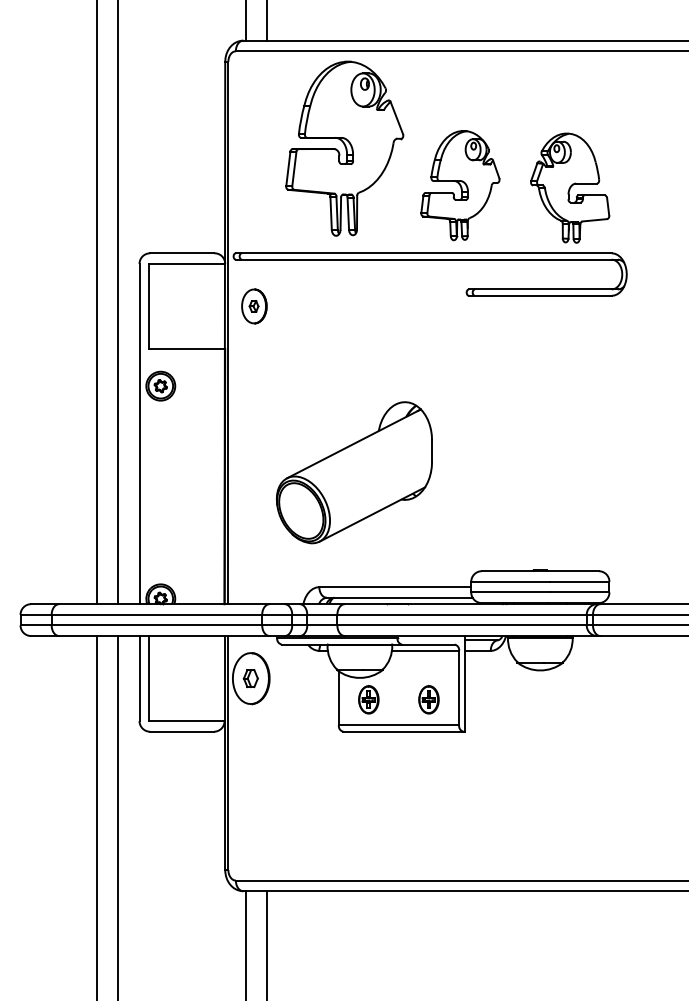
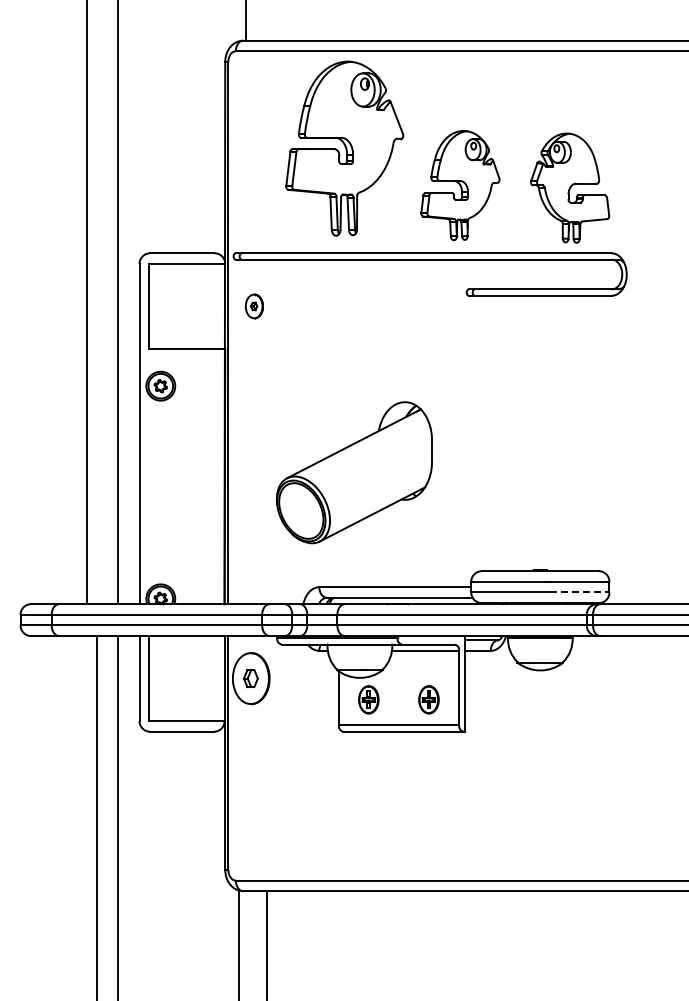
line at (267, 21): present -> none
line at (97, 303) position: (97, 303) -> (87, 303)
part at (254, 306) size: 27x37 px -> 20x27 px
line at (579, 592): solid -> dashed
line at (245, 944) position: (245, 944) -> (238, 944)
